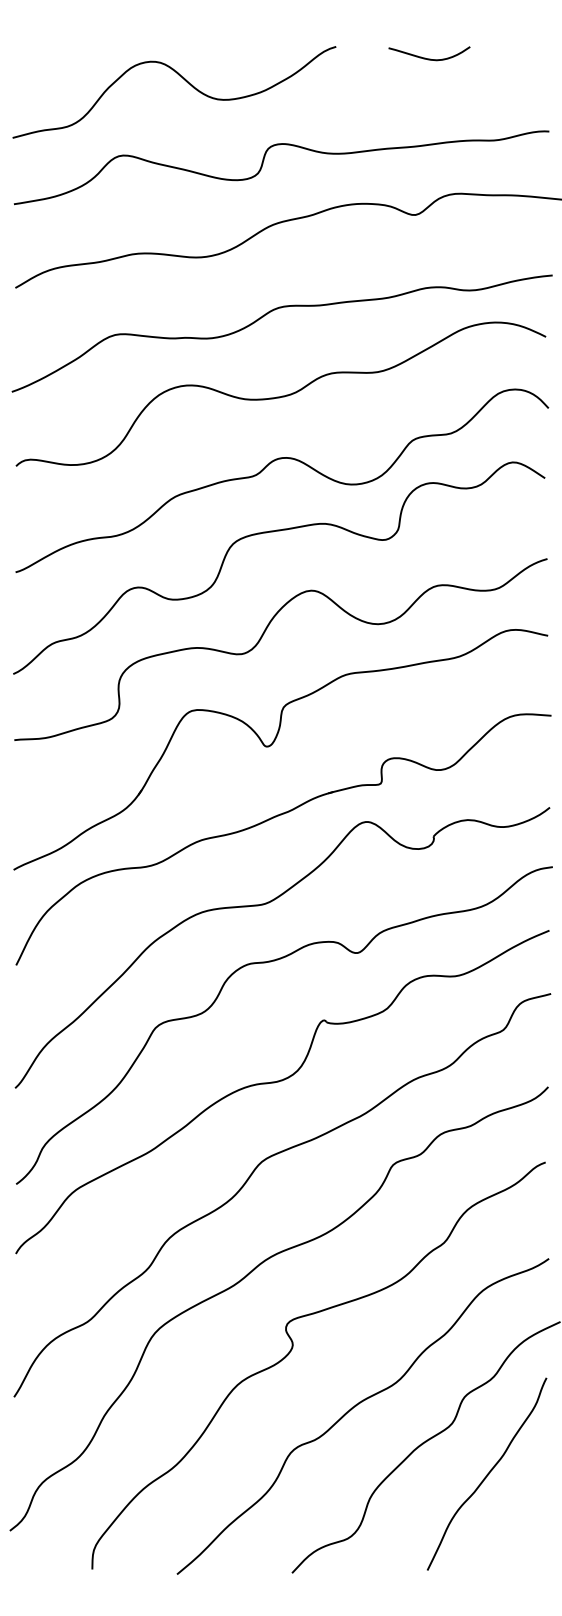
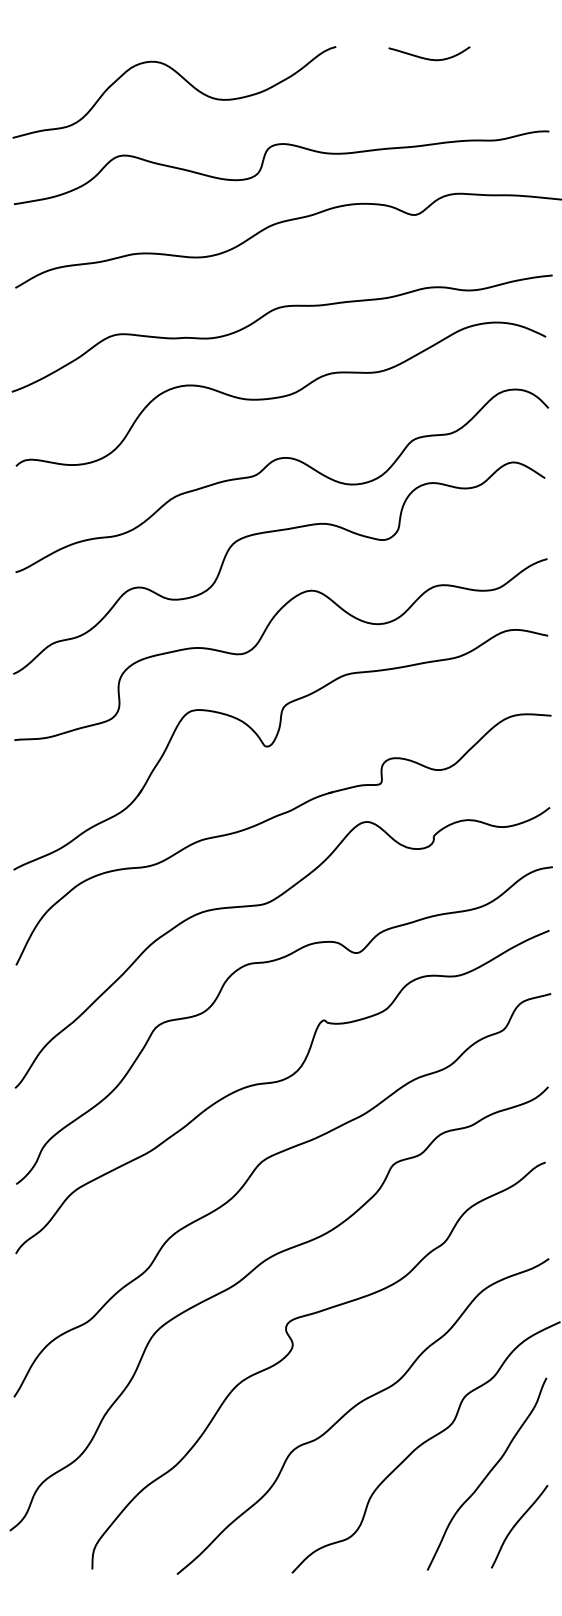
curve at (516, 1525): none -> present
